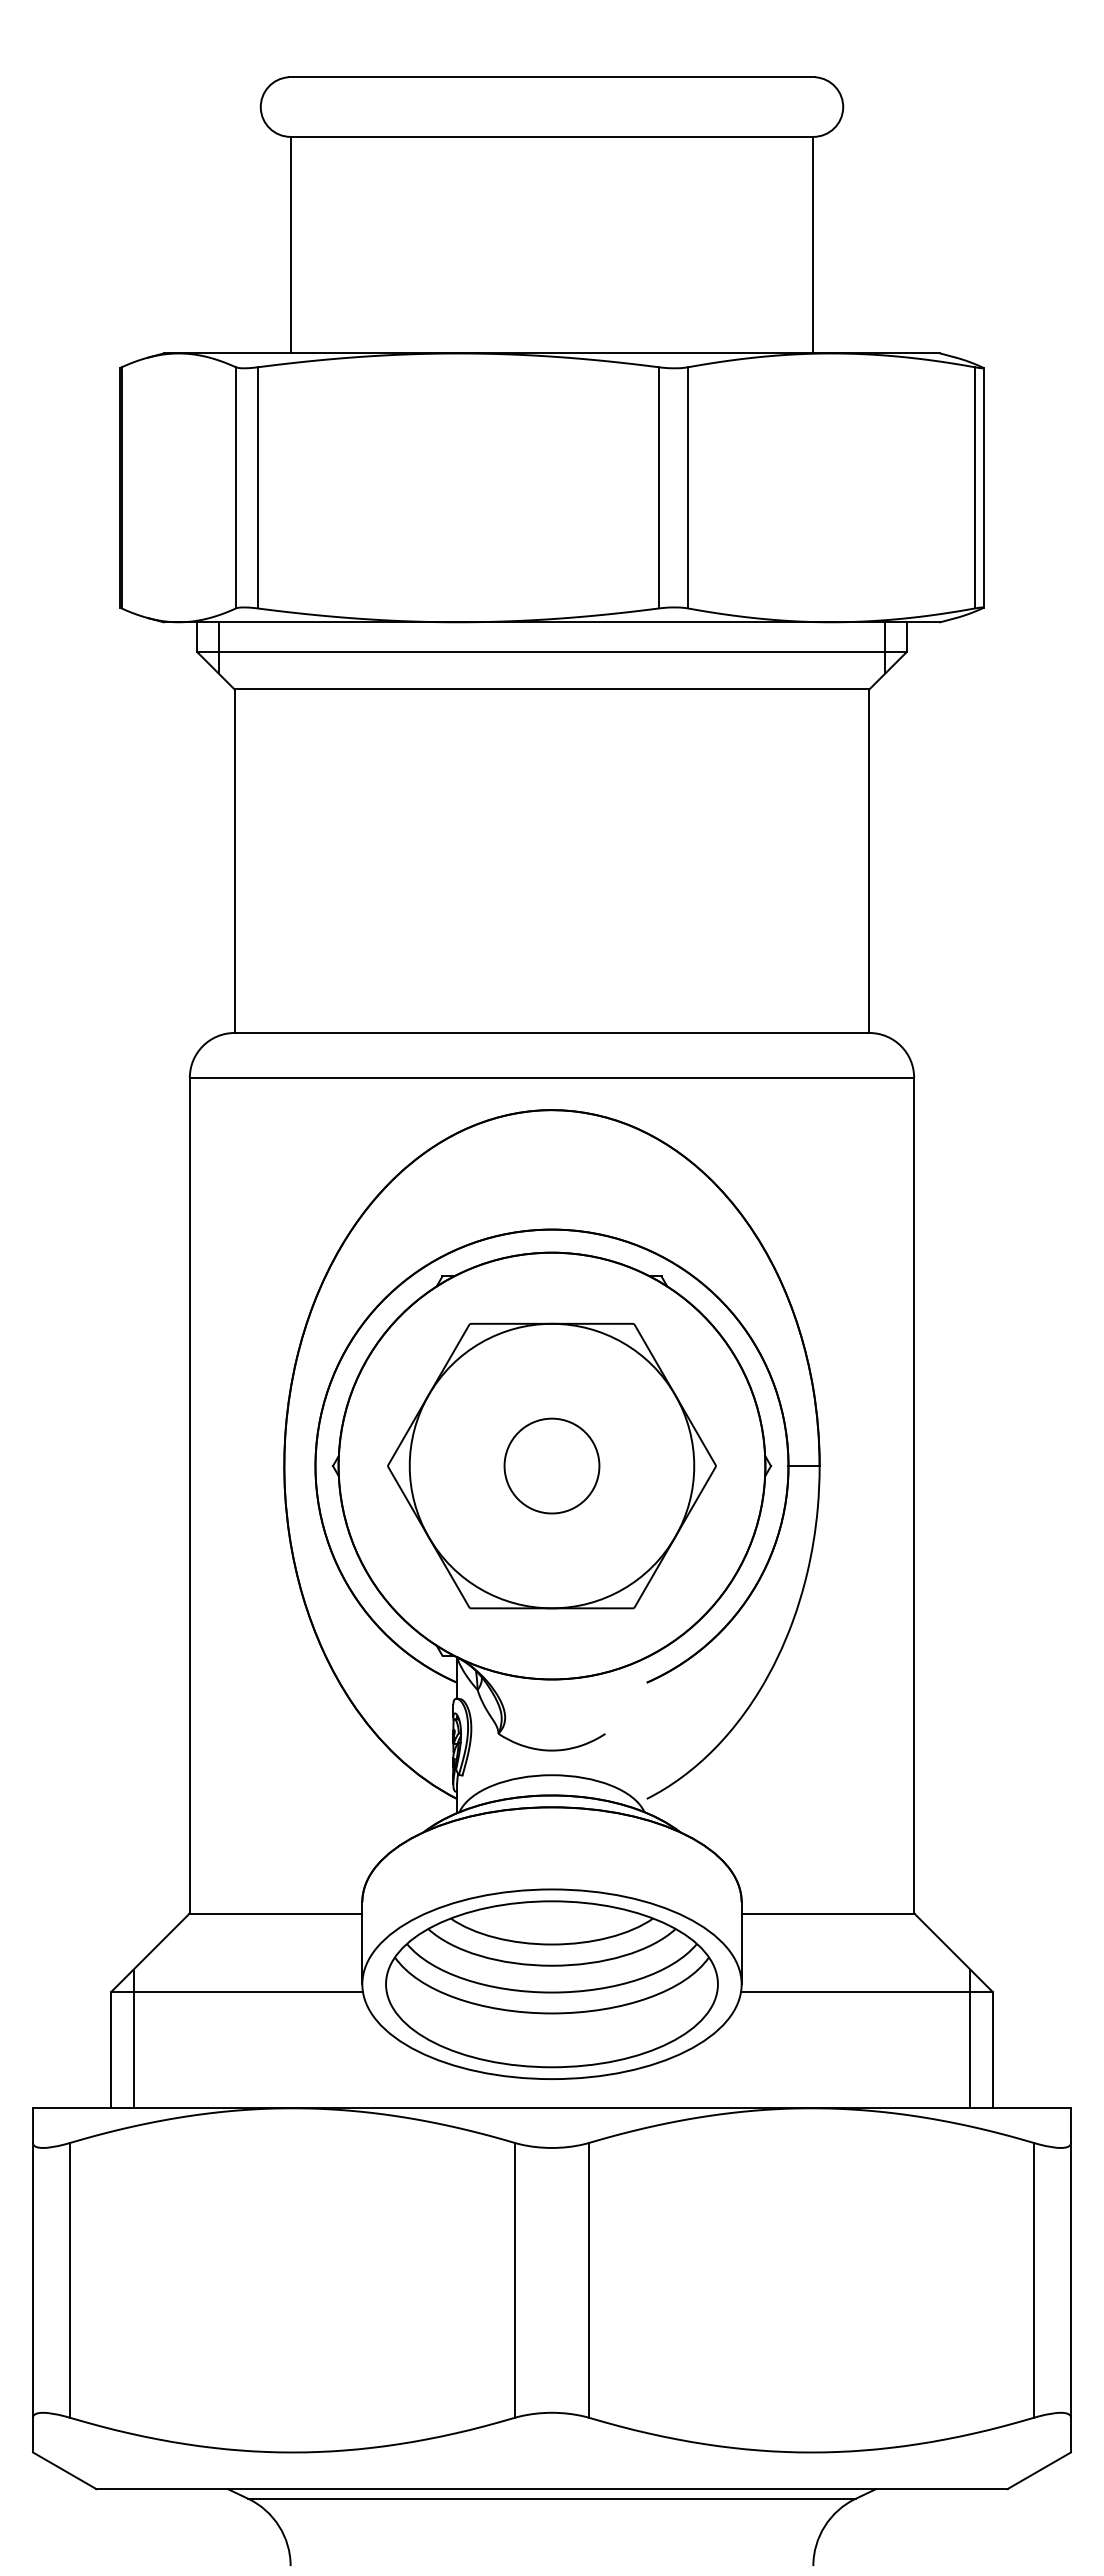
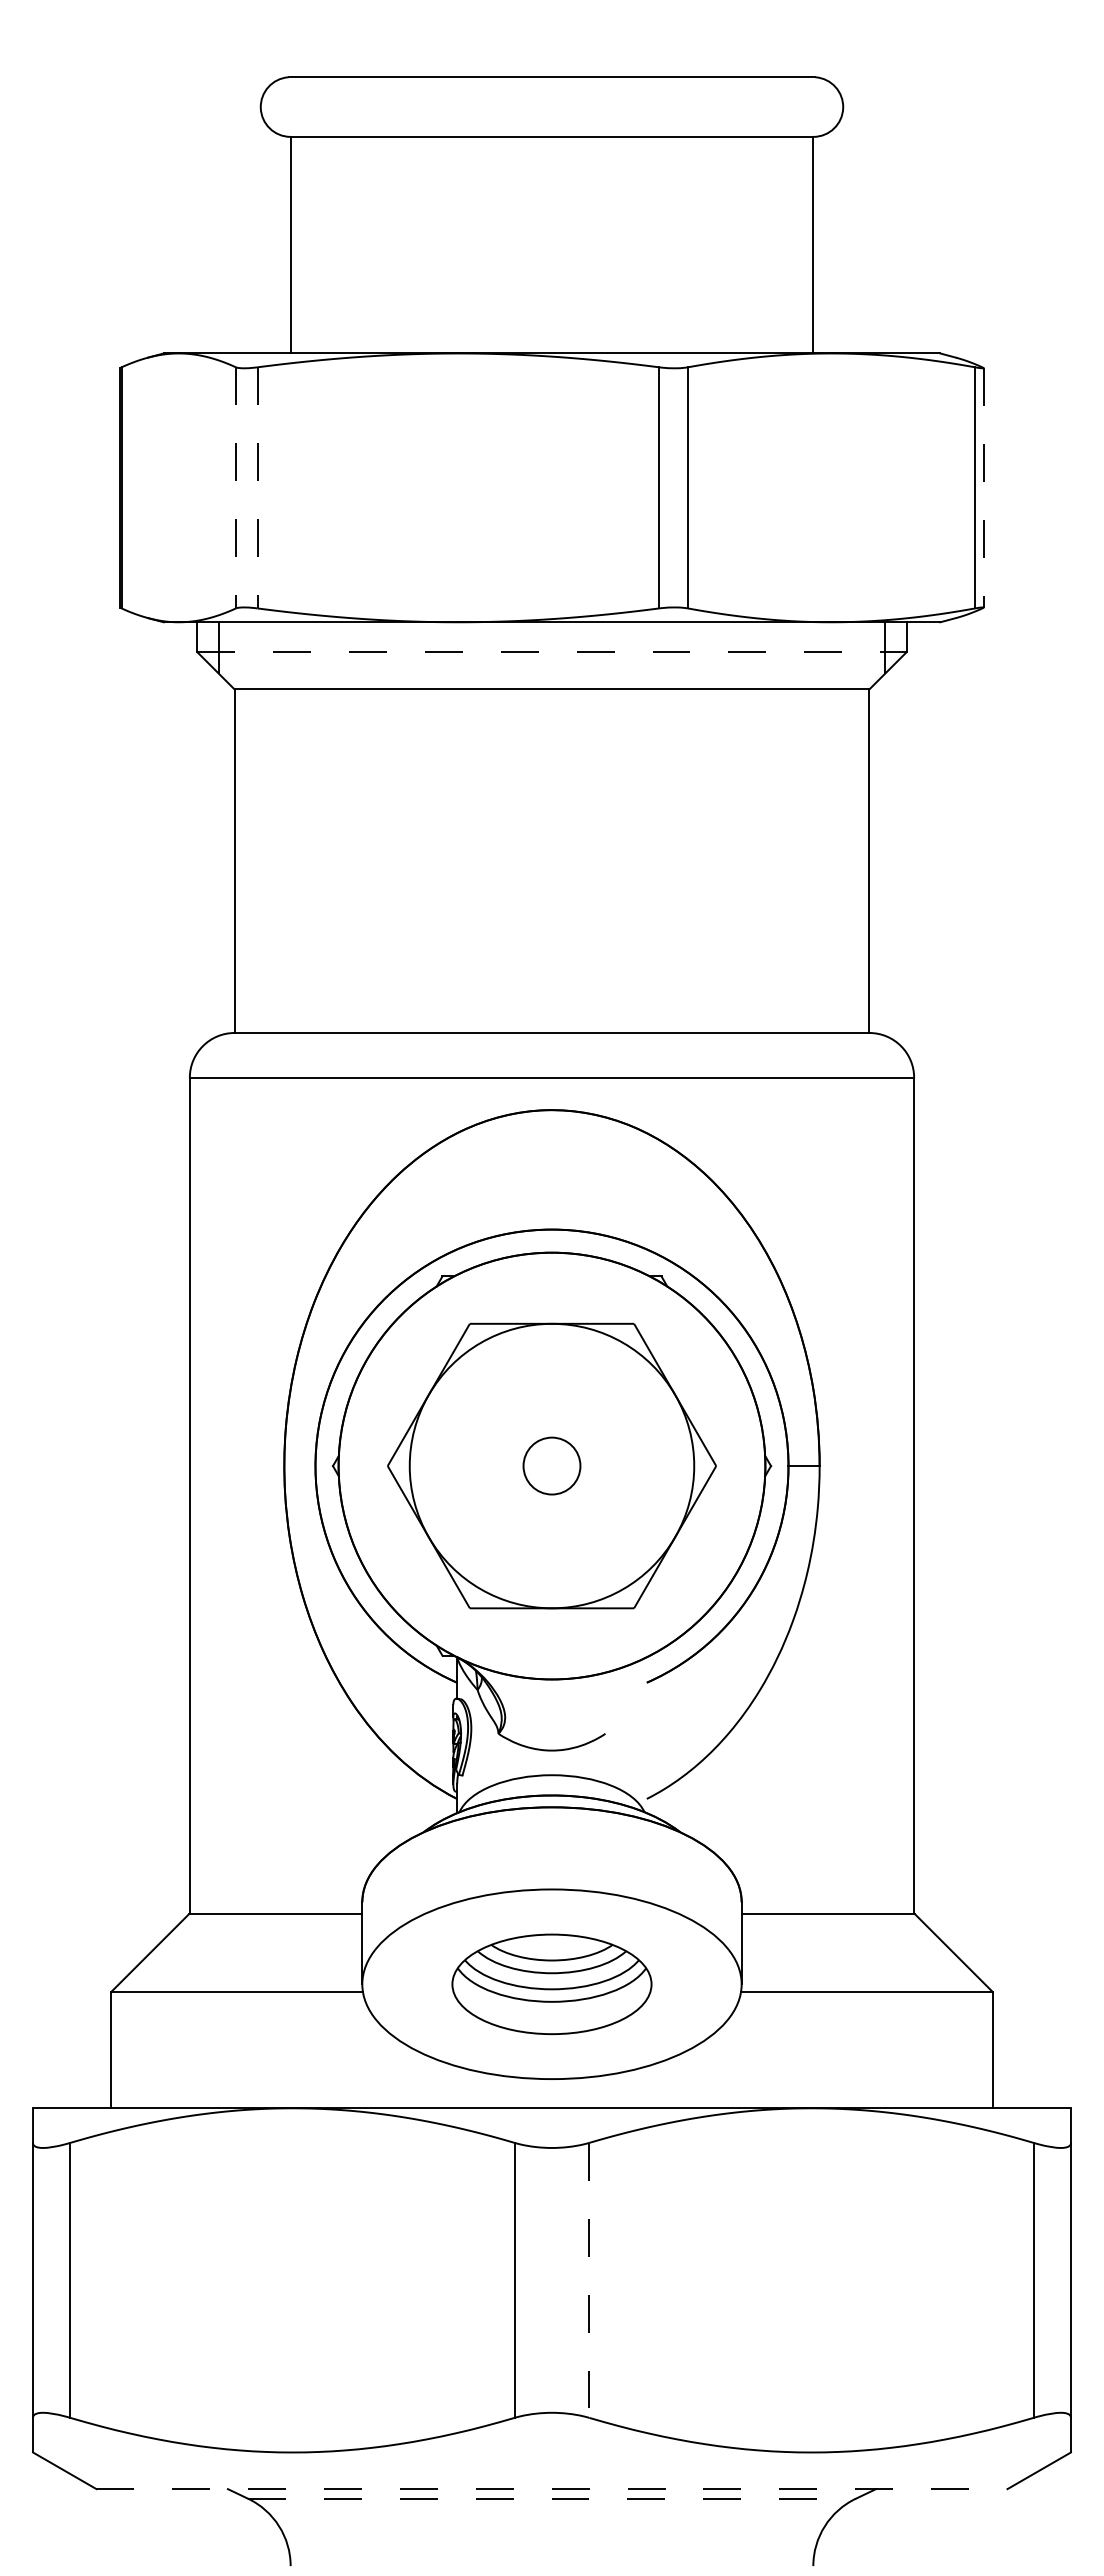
line at (236, 487): solid -> dashed
line at (257, 487): solid -> dashed
line at (983, 487): solid -> dashed
line at (552, 652): solid -> dashed
circle at (551, 1465) diameter: 95 px -> 57 px
part at (551, 1984) size: 334x169 px -> 202x103 px
line at (133, 2038): present -> none
line at (970, 2038): present -> none
line at (589, 2280): solid -> dashed
line at (552, 2489): solid -> dashed
line at (552, 2498): solid -> dashed
